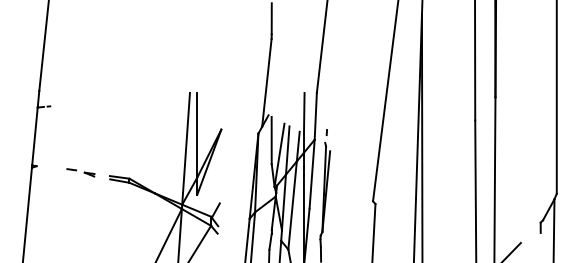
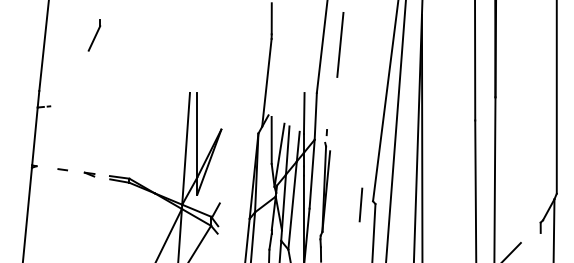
part at (94, 35): none -> present
line at (340, 44): none -> present
line at (395, 130): none -> present
line at (71, 169) position: (71, 169) -> (62, 169)
line at (360, 204): none -> present
